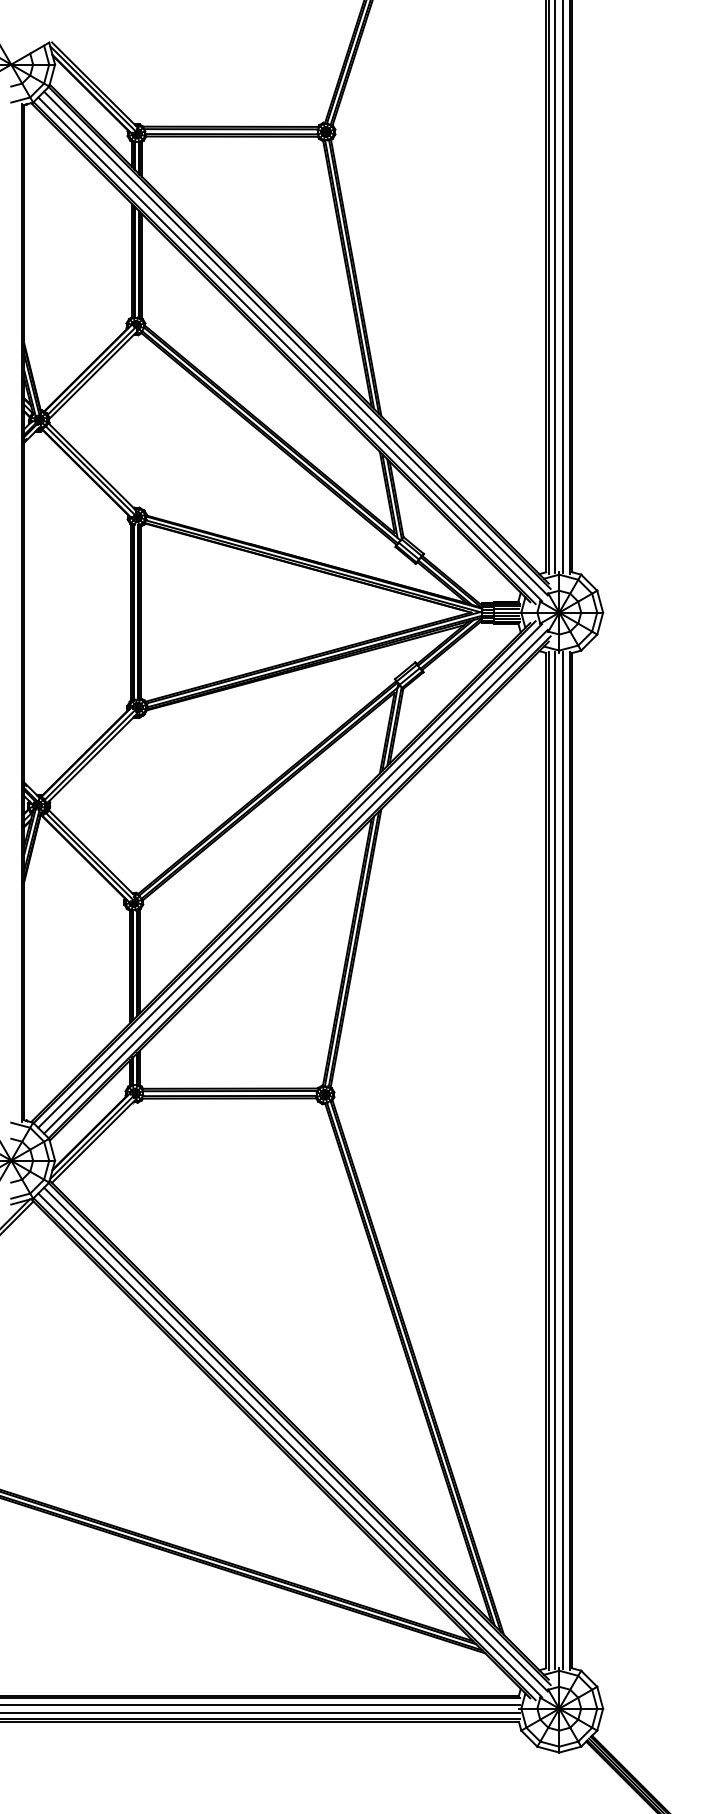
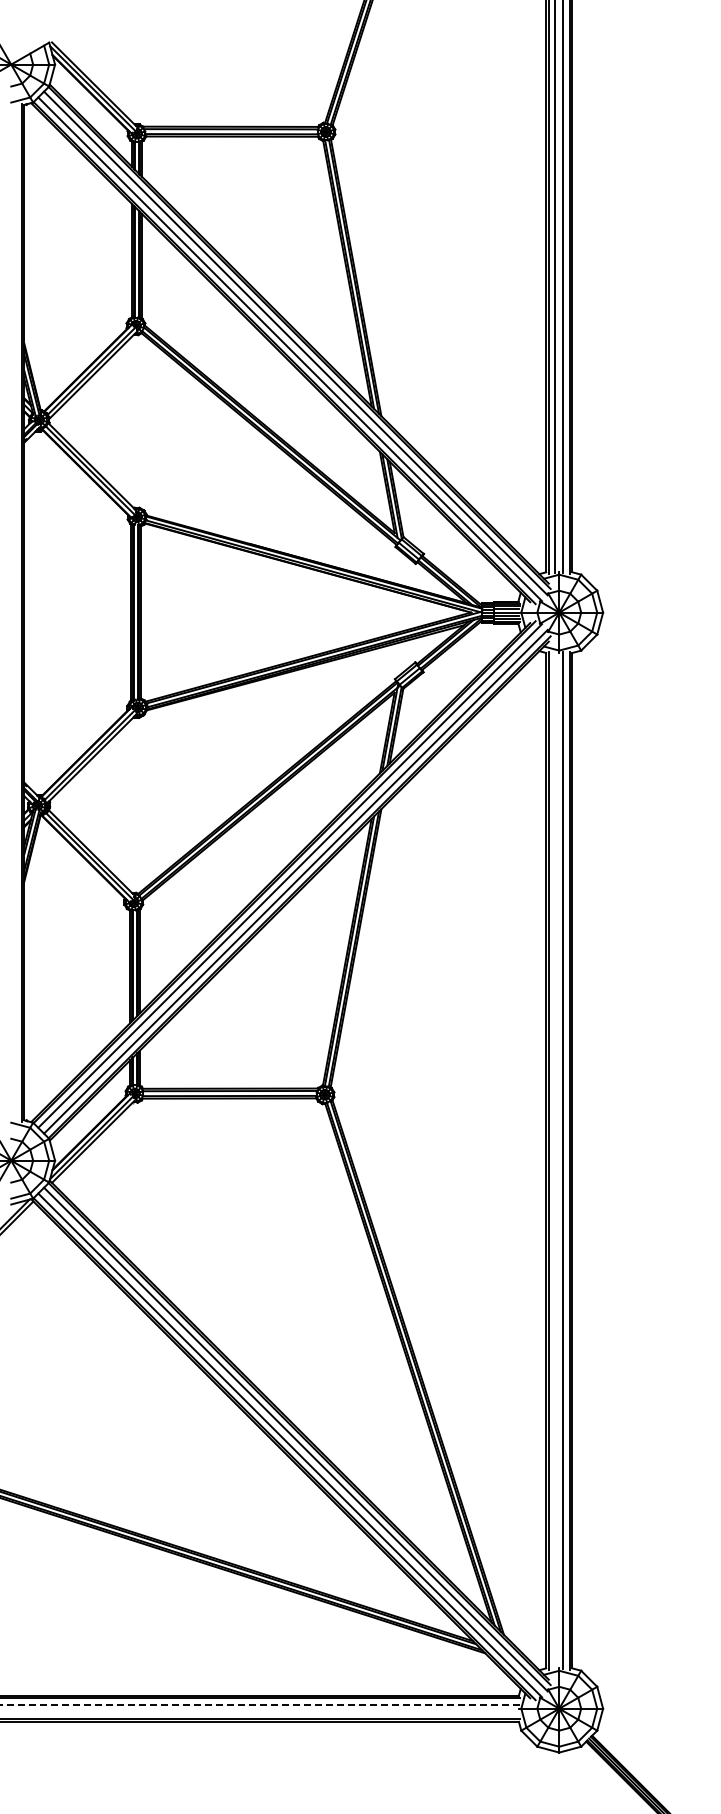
line at (555, 1160): present -> none
line at (260, 1704): solid -> dashed
line at (260, 1712): present -> none
